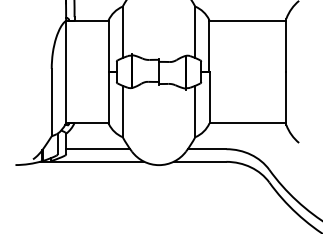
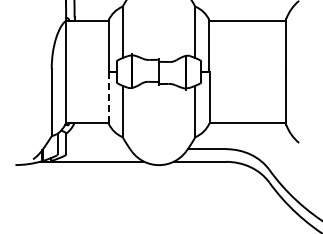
line at (108, 97): solid -> dashed
line at (98, 149): present -> none
